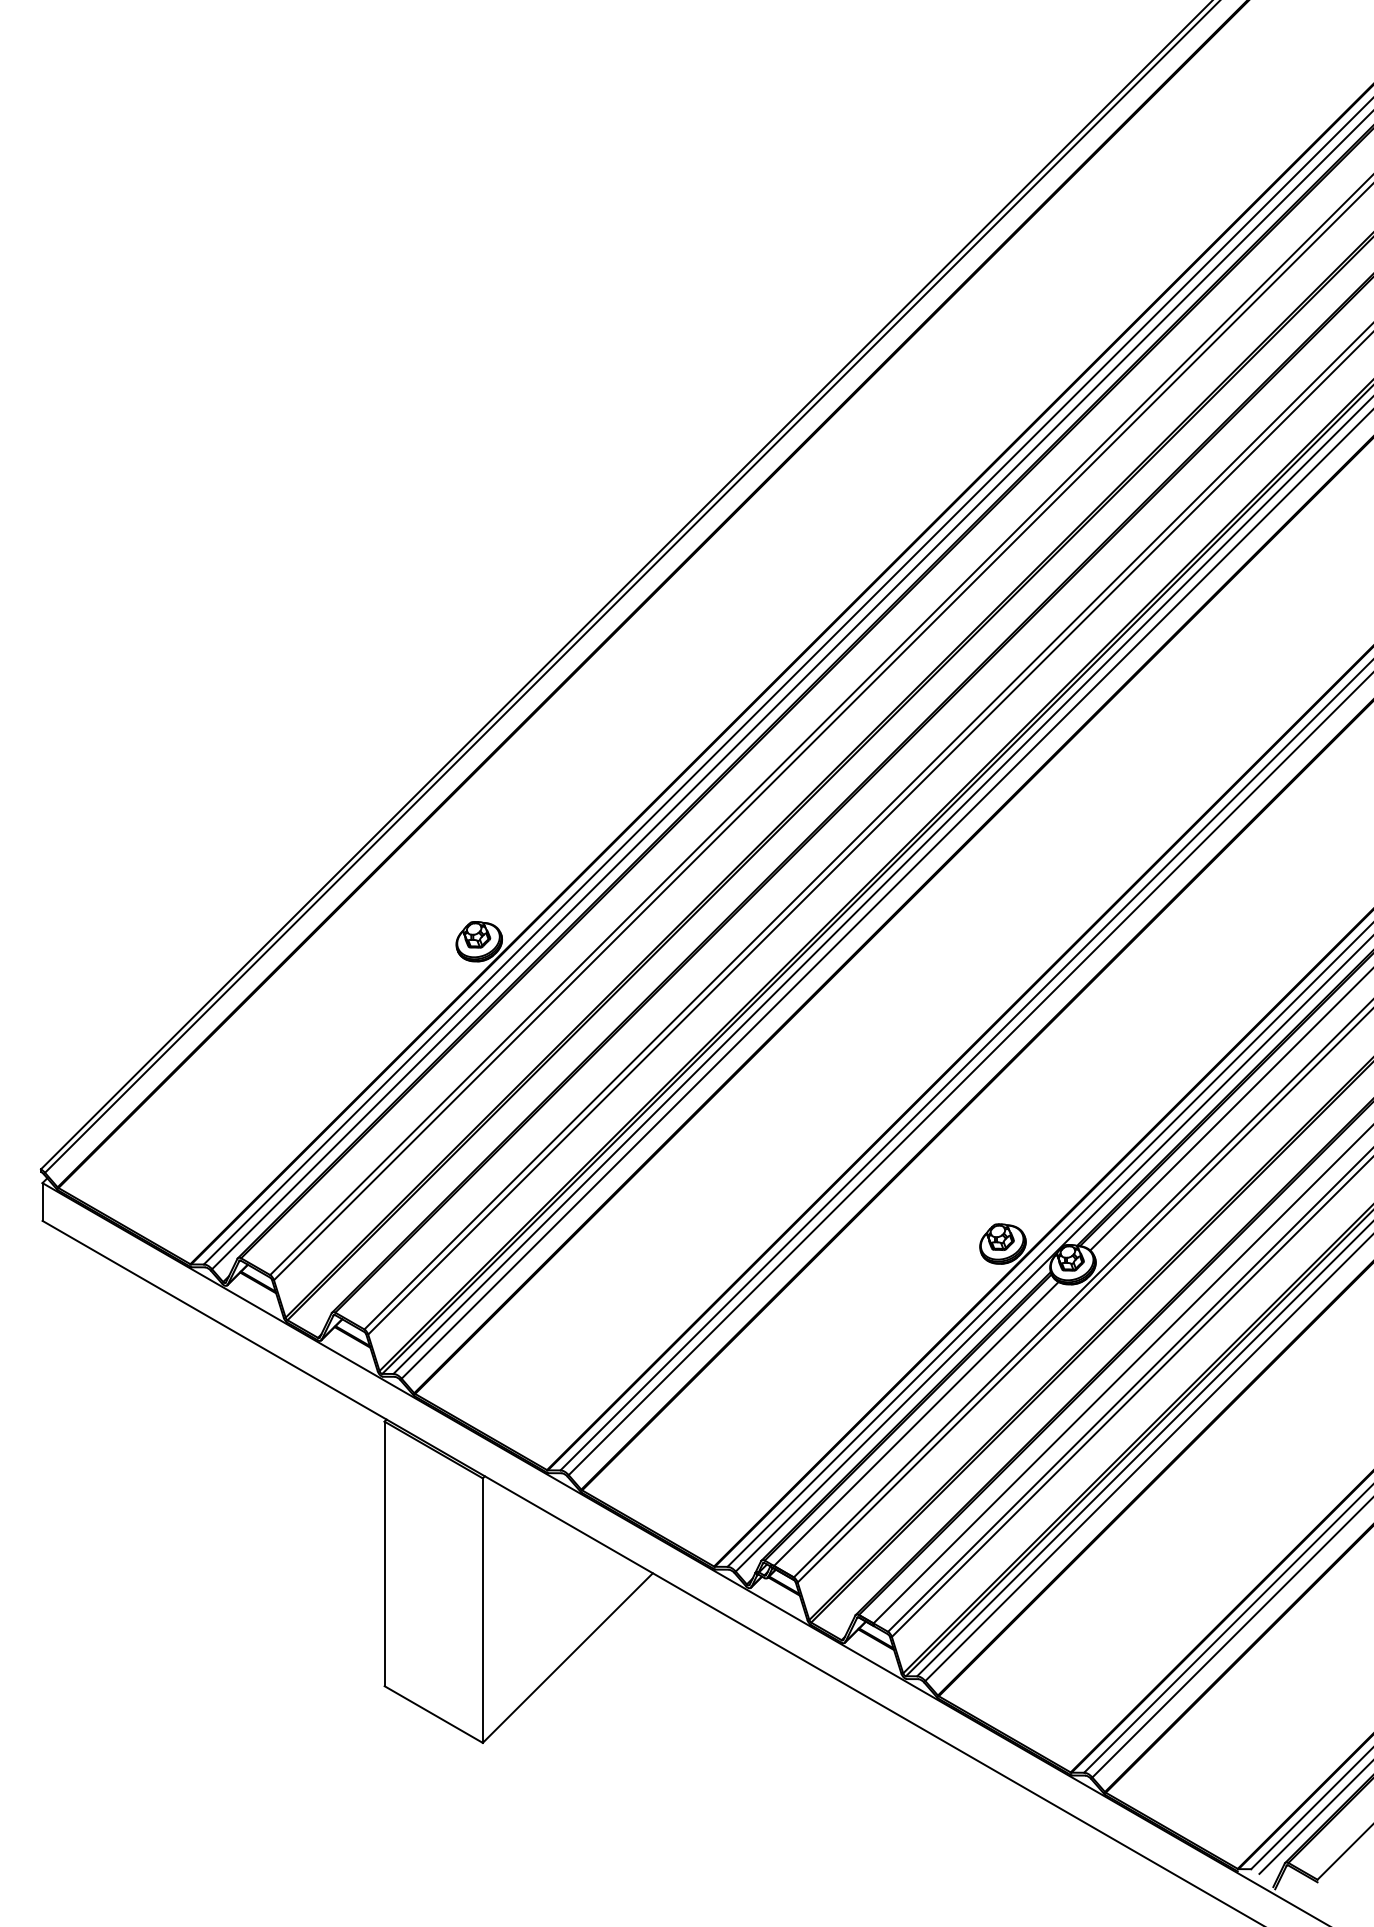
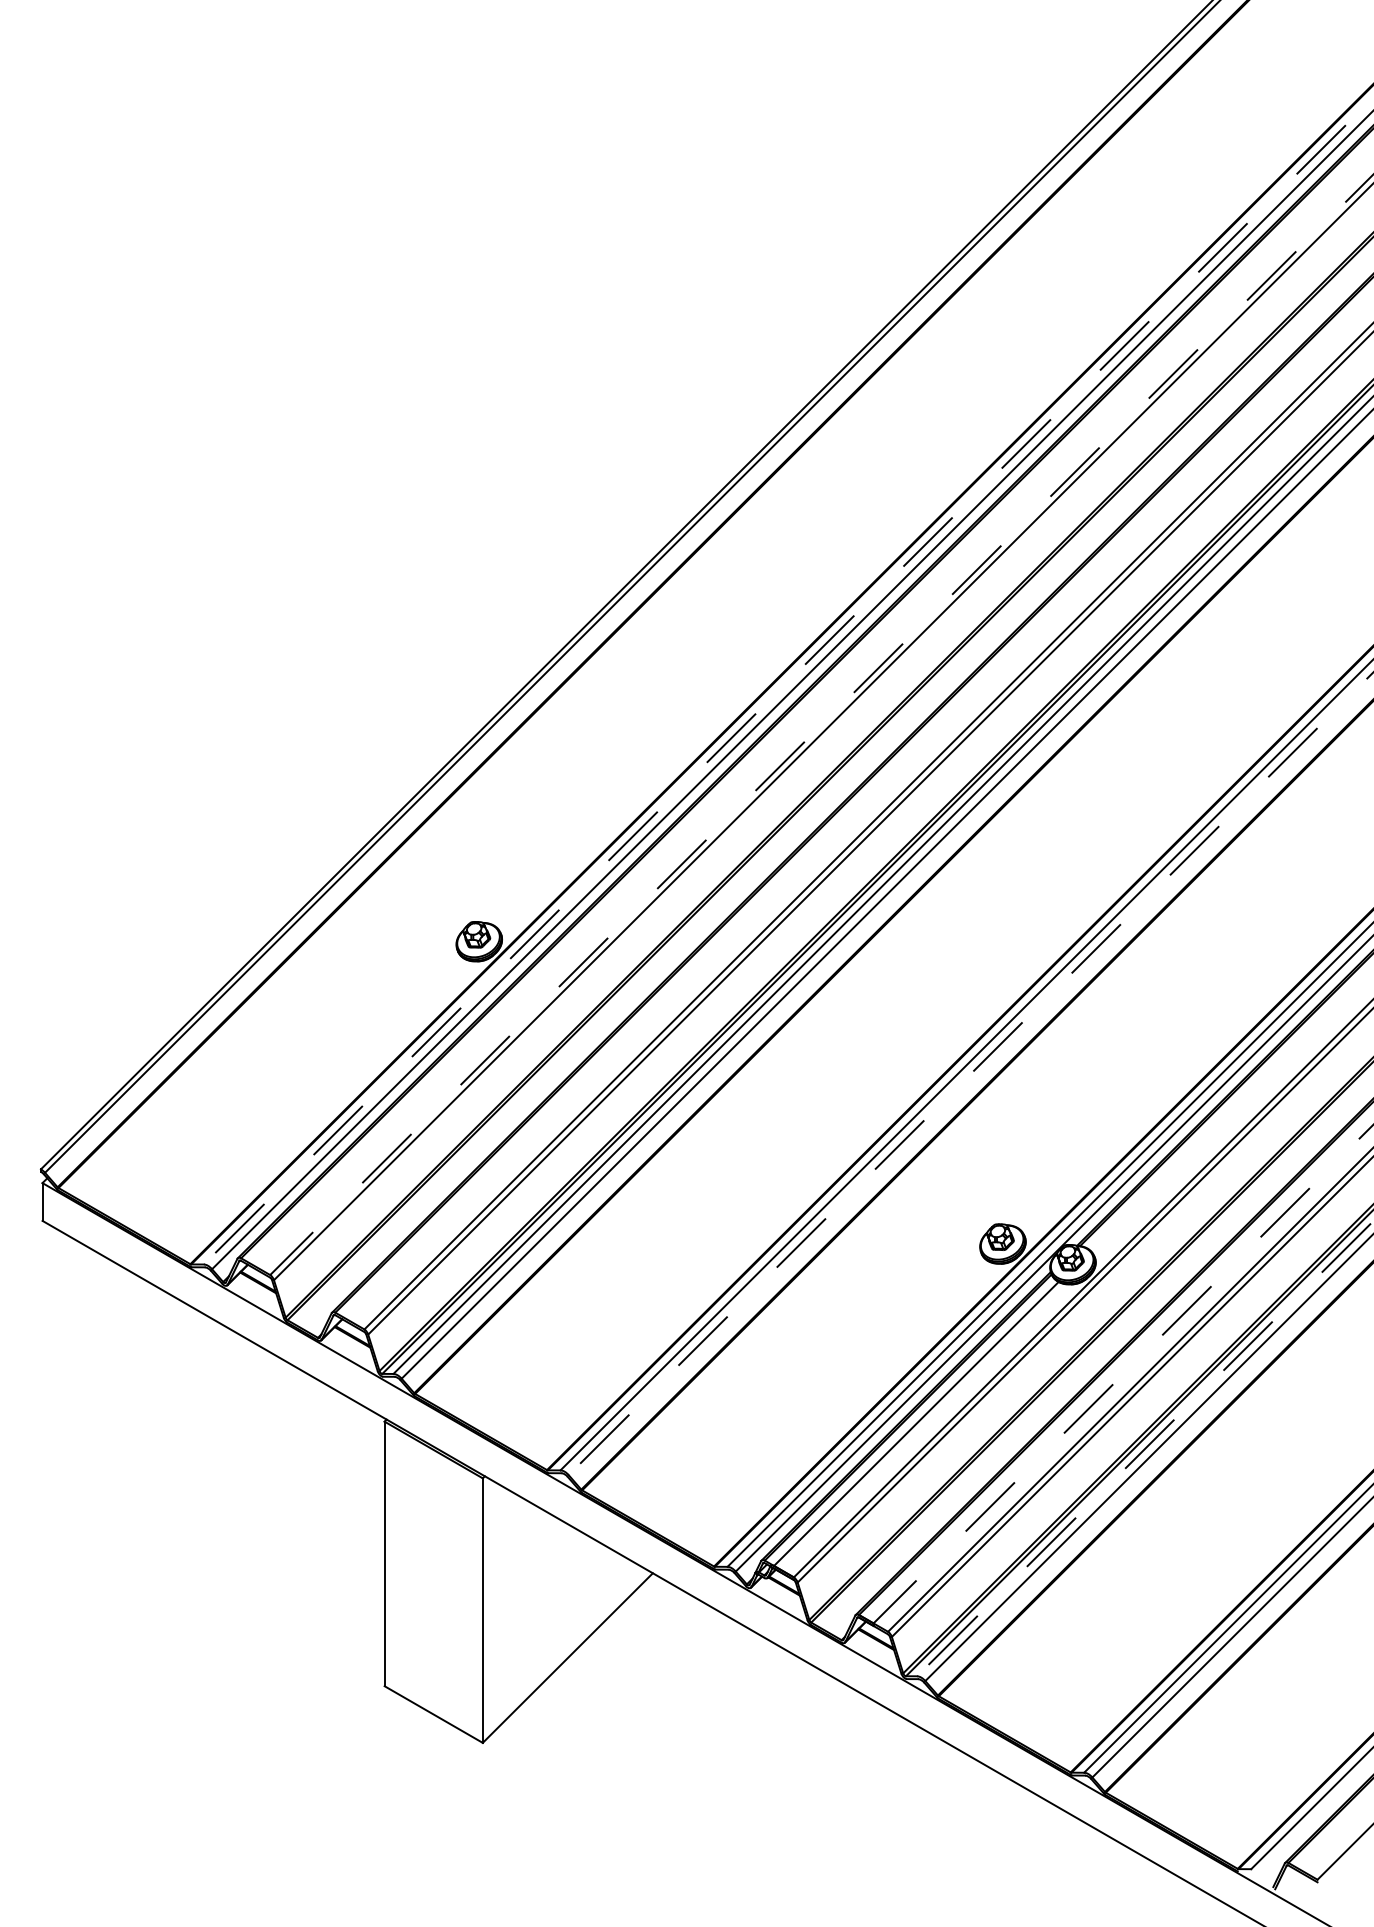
line at (788, 681): solid -> dashed
line at (821, 724): solid -> dashed
line at (970, 1073): solid -> dashed
line at (1230, 1110): present -> none
line at (1123, 1374): solid -> dashed
line at (1145, 1448): solid -> dashed
line at (1314, 1818): present -> none
